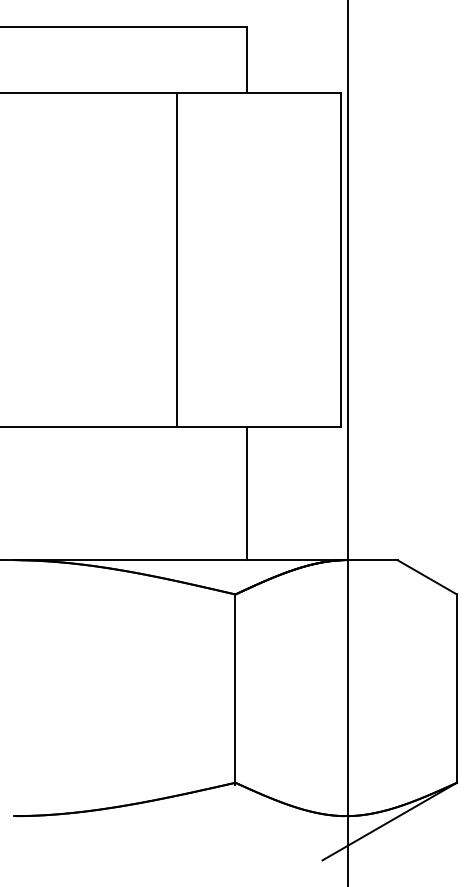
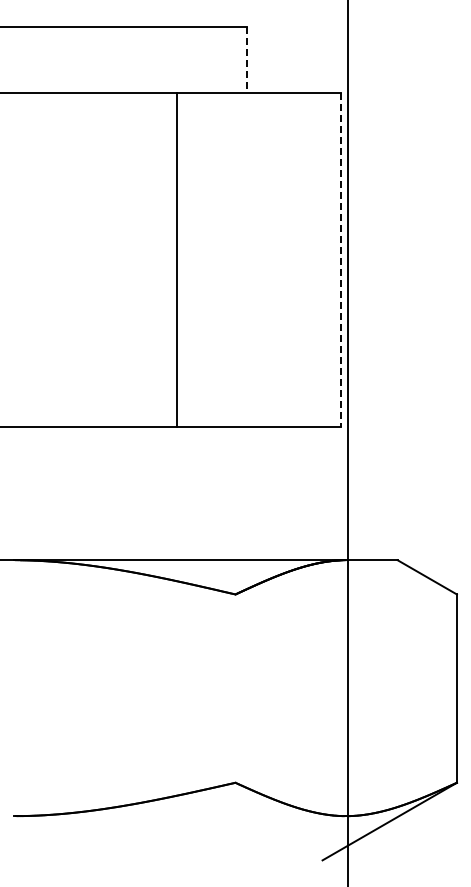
line at (246, 60): solid -> dashed
line at (340, 260): solid -> dashed
line at (246, 493): present -> none
line at (235, 689): present -> none
